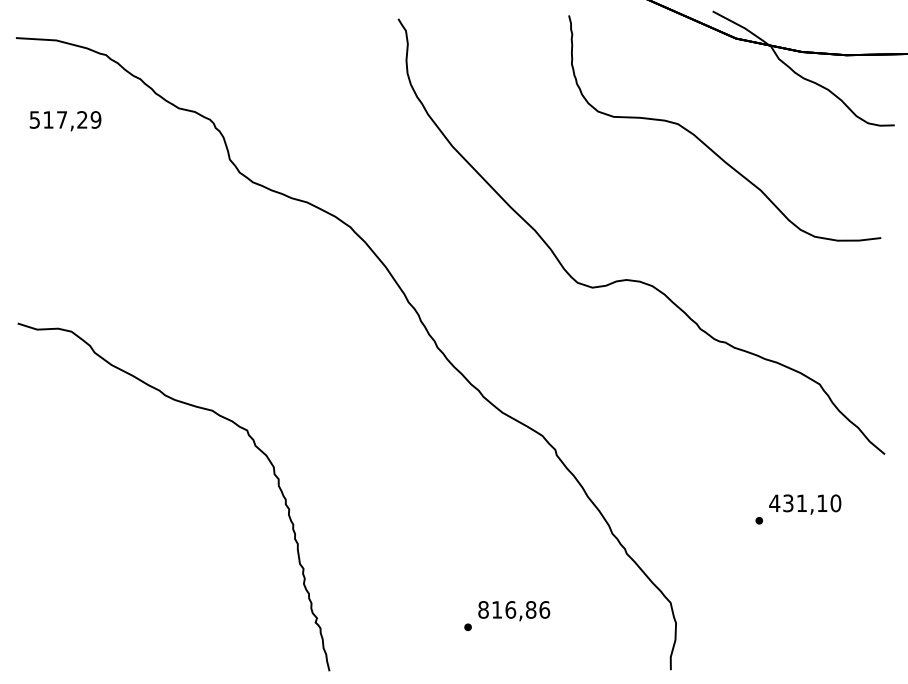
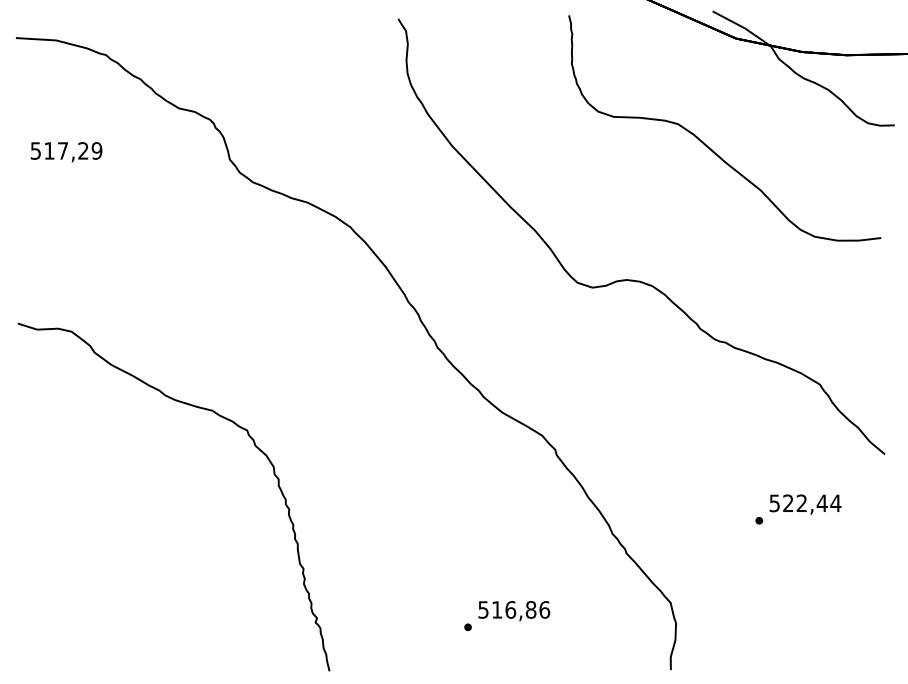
text at (65, 121) position: (65, 121) -> (66, 152)
text at (805, 503): 431,10 -> 522,44
text at (483, 609): 816,86 -> 516,86
